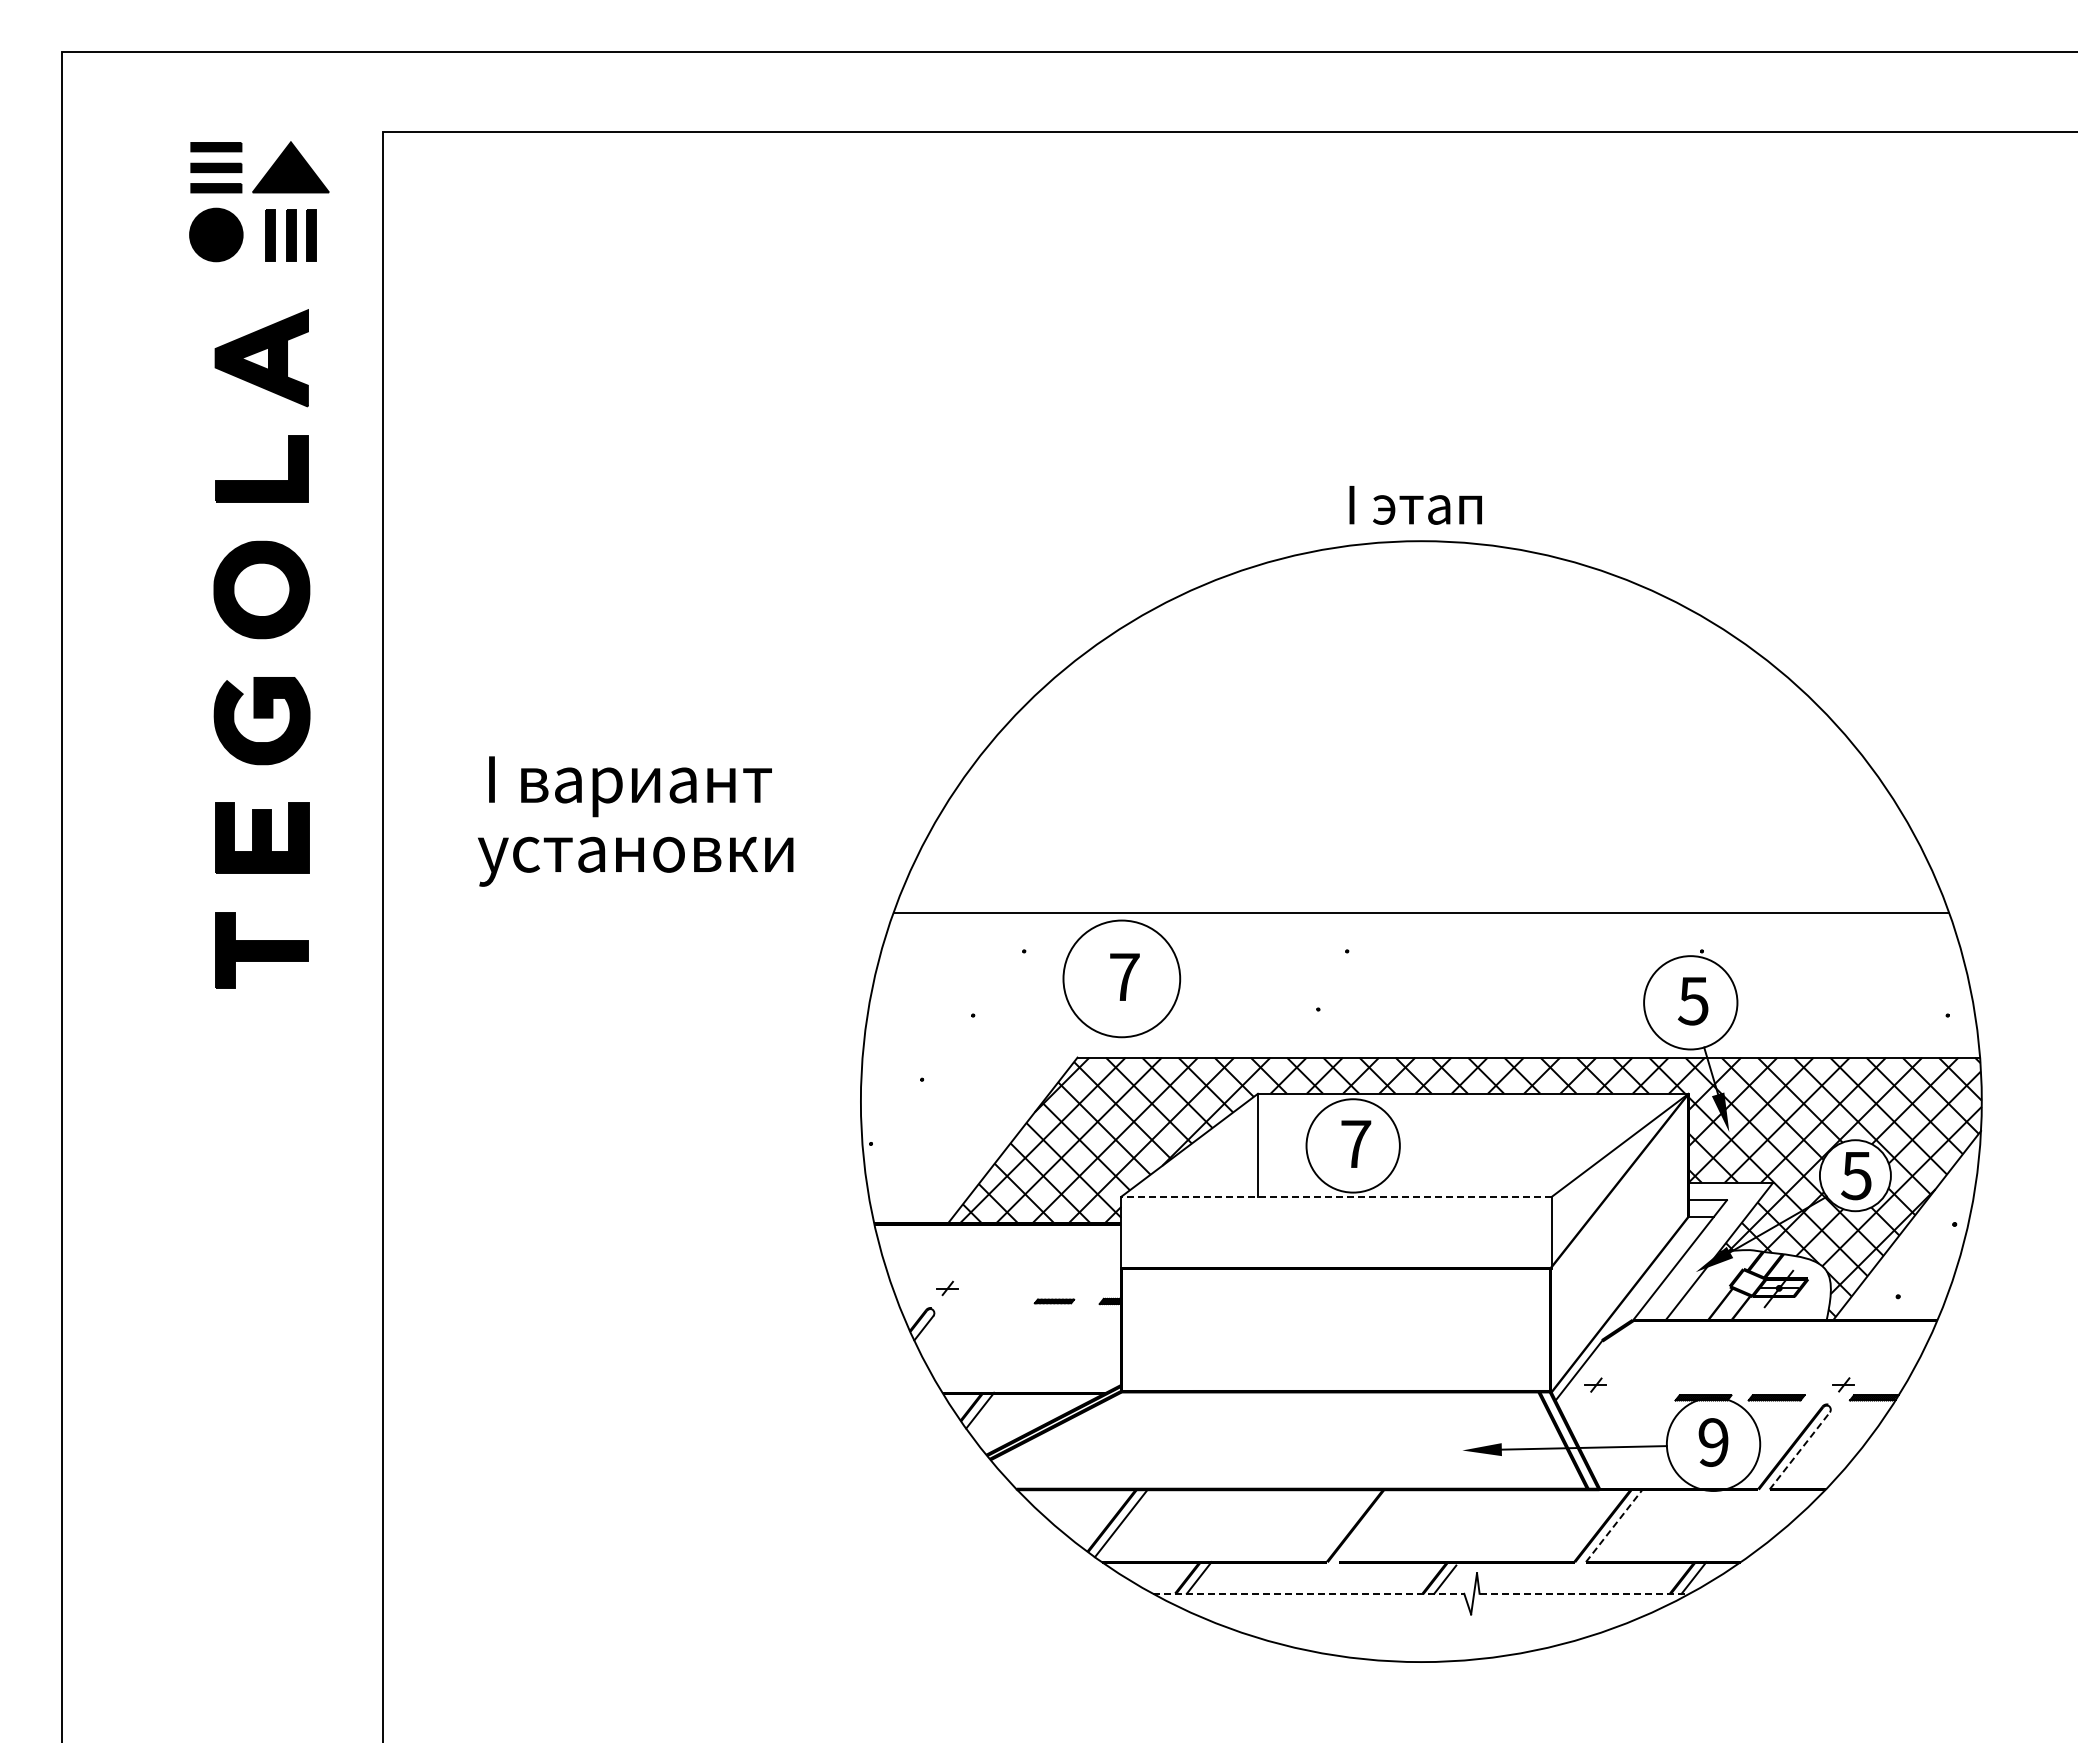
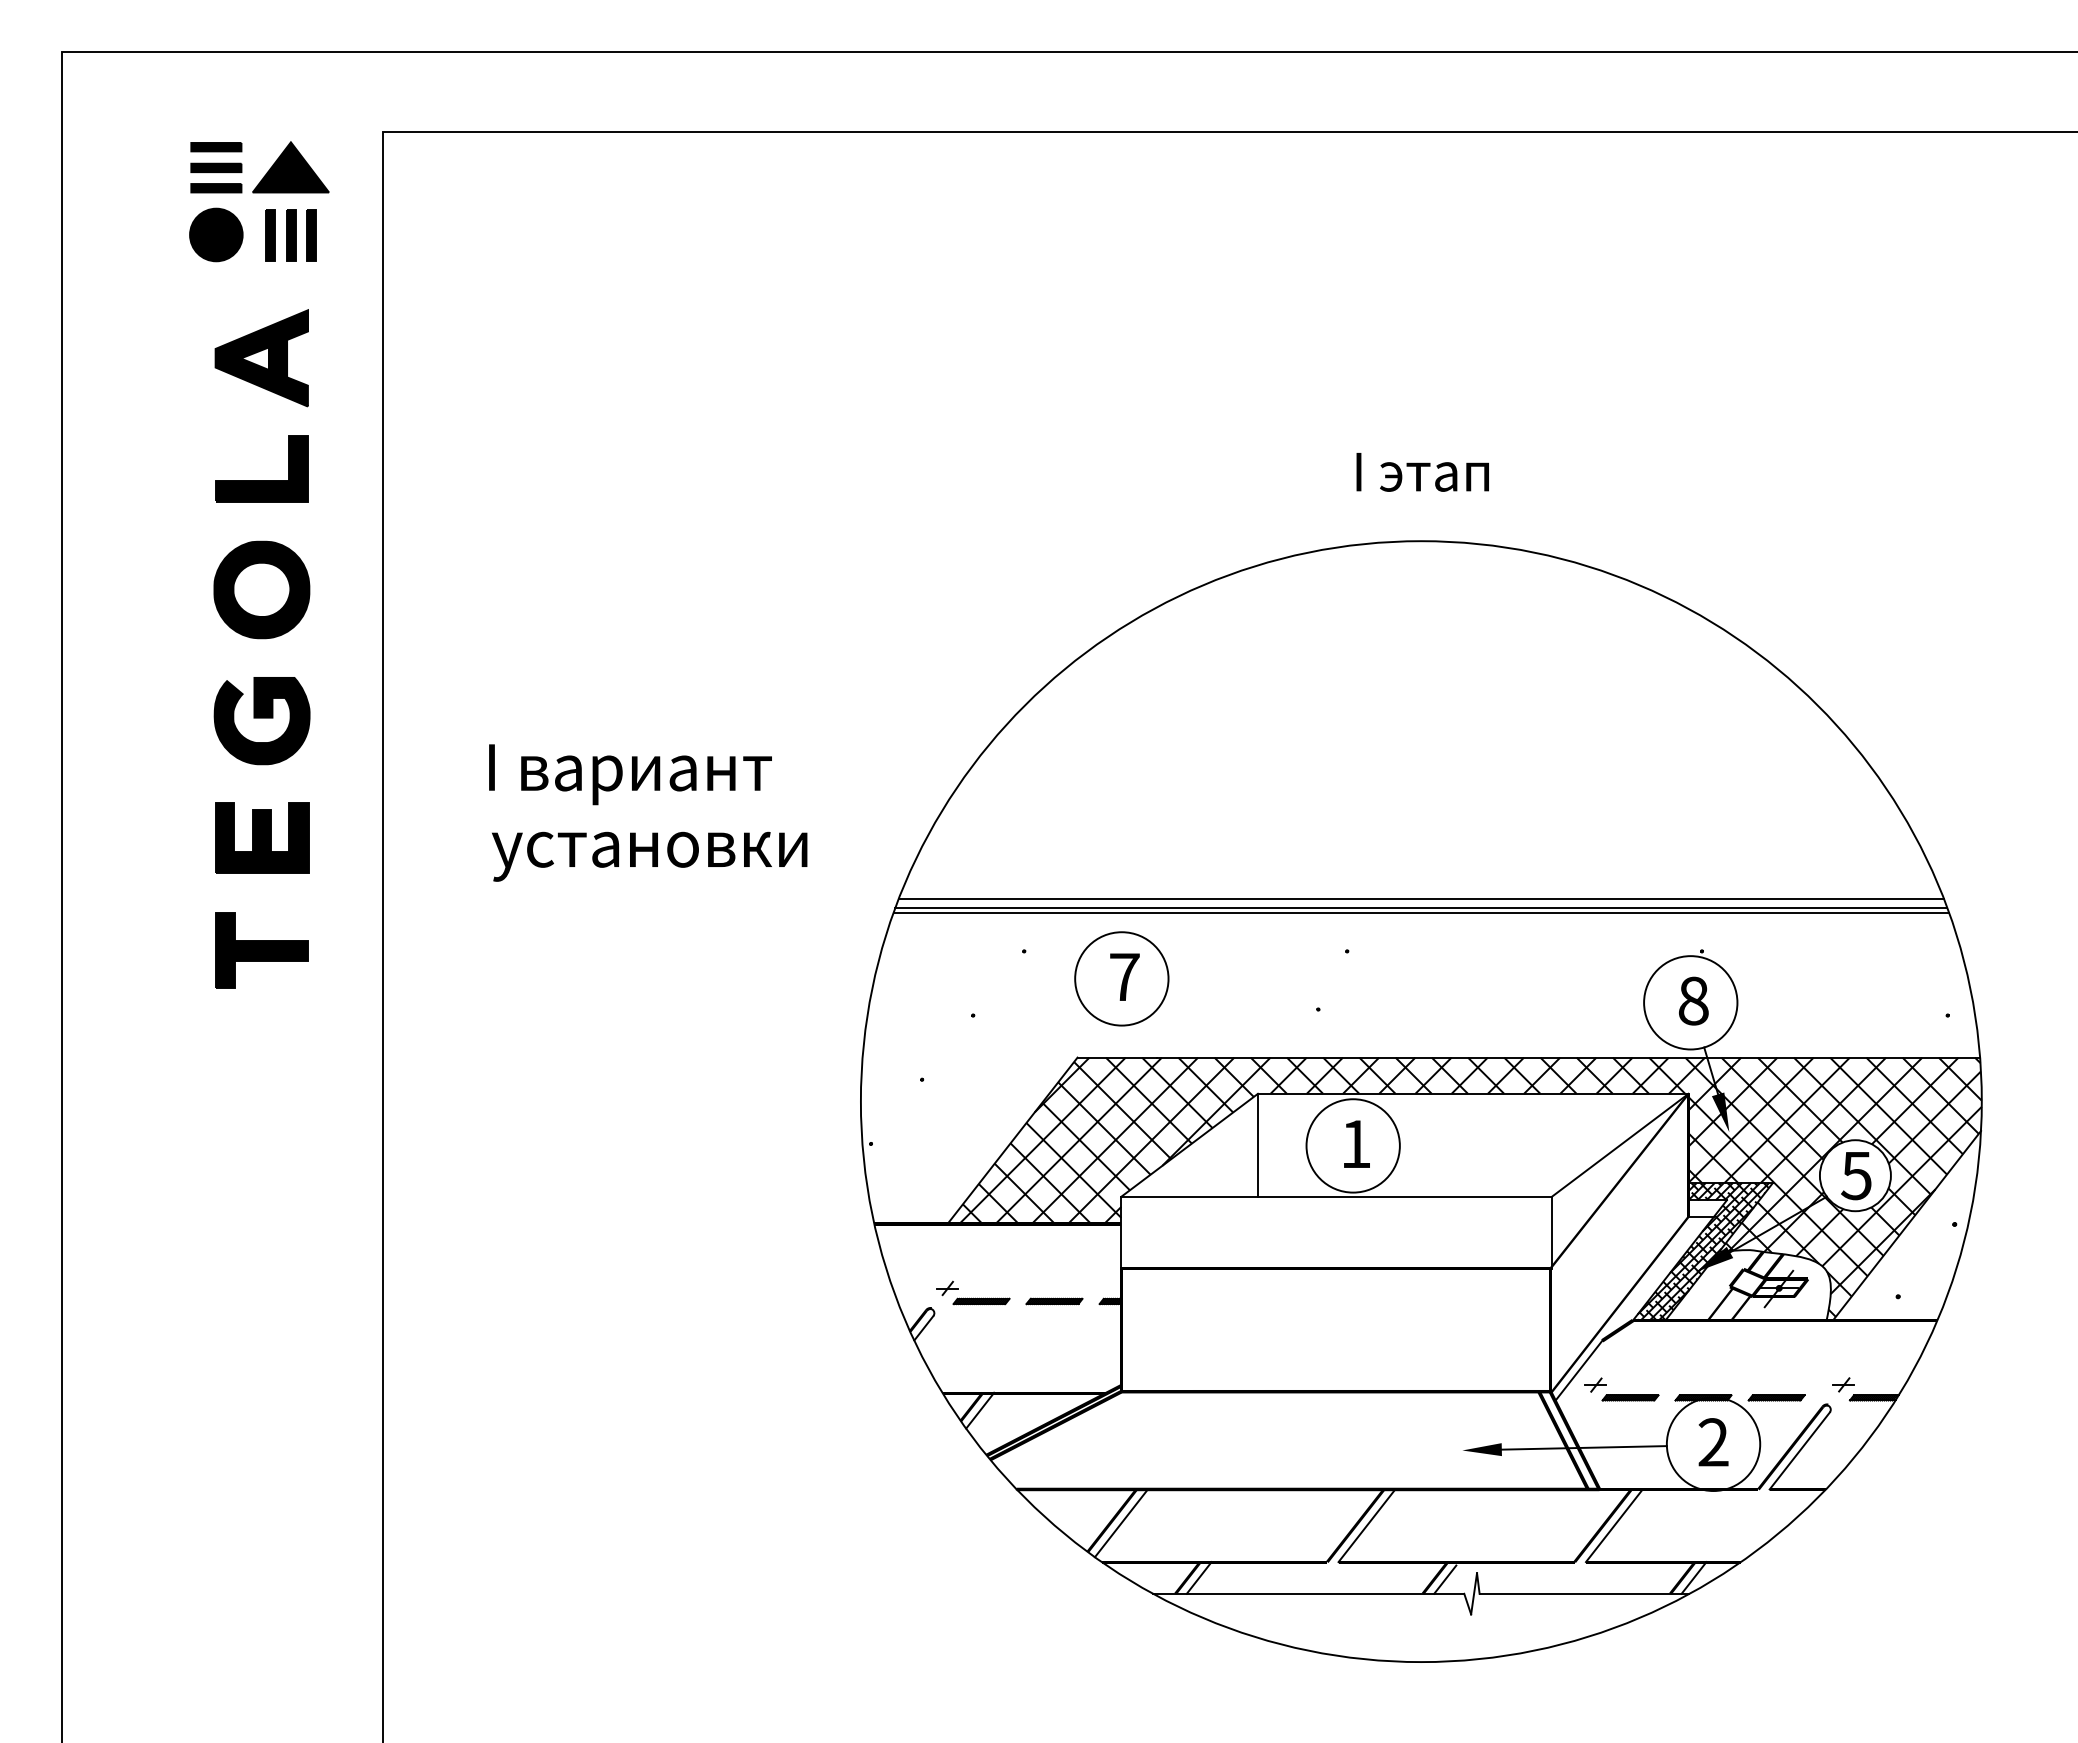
text at (1415, 505) position: (1415, 505) -> (1422, 472)
text at (630, 786) position: (630, 786) -> (630, 774)
text at (635, 861) position: (635, 861) -> (649, 856)
line at (1420, 898): none -> present
line at (1421, 908): none -> present
circle at (1121, 978) diameter: 117 px -> 93 px
text at (1692, 1000): 5 -> 8
text at (1356, 1143): 7 -> 1
line at (1336, 1196): dashed -> solid
hatch at (1703, 1251): none -> present
part at (981, 1301): none -> present
part at (1054, 1301) size: 43x7 px -> 59x9 px
part at (1630, 1397): none -> present
text at (1713, 1442): 9 -> 2
line at (1799, 1450): dashed -> solid
line at (1366, 1525): none -> present
line at (1614, 1525): dashed -> solid
line at (1308, 1593): dashed -> solid
line at (1584, 1593): dashed -> solid
